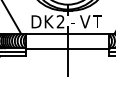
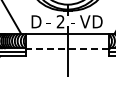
text at (48, 21): K -> -
text at (97, 21): T -> D
line at (67, 49): solid -> dashed
